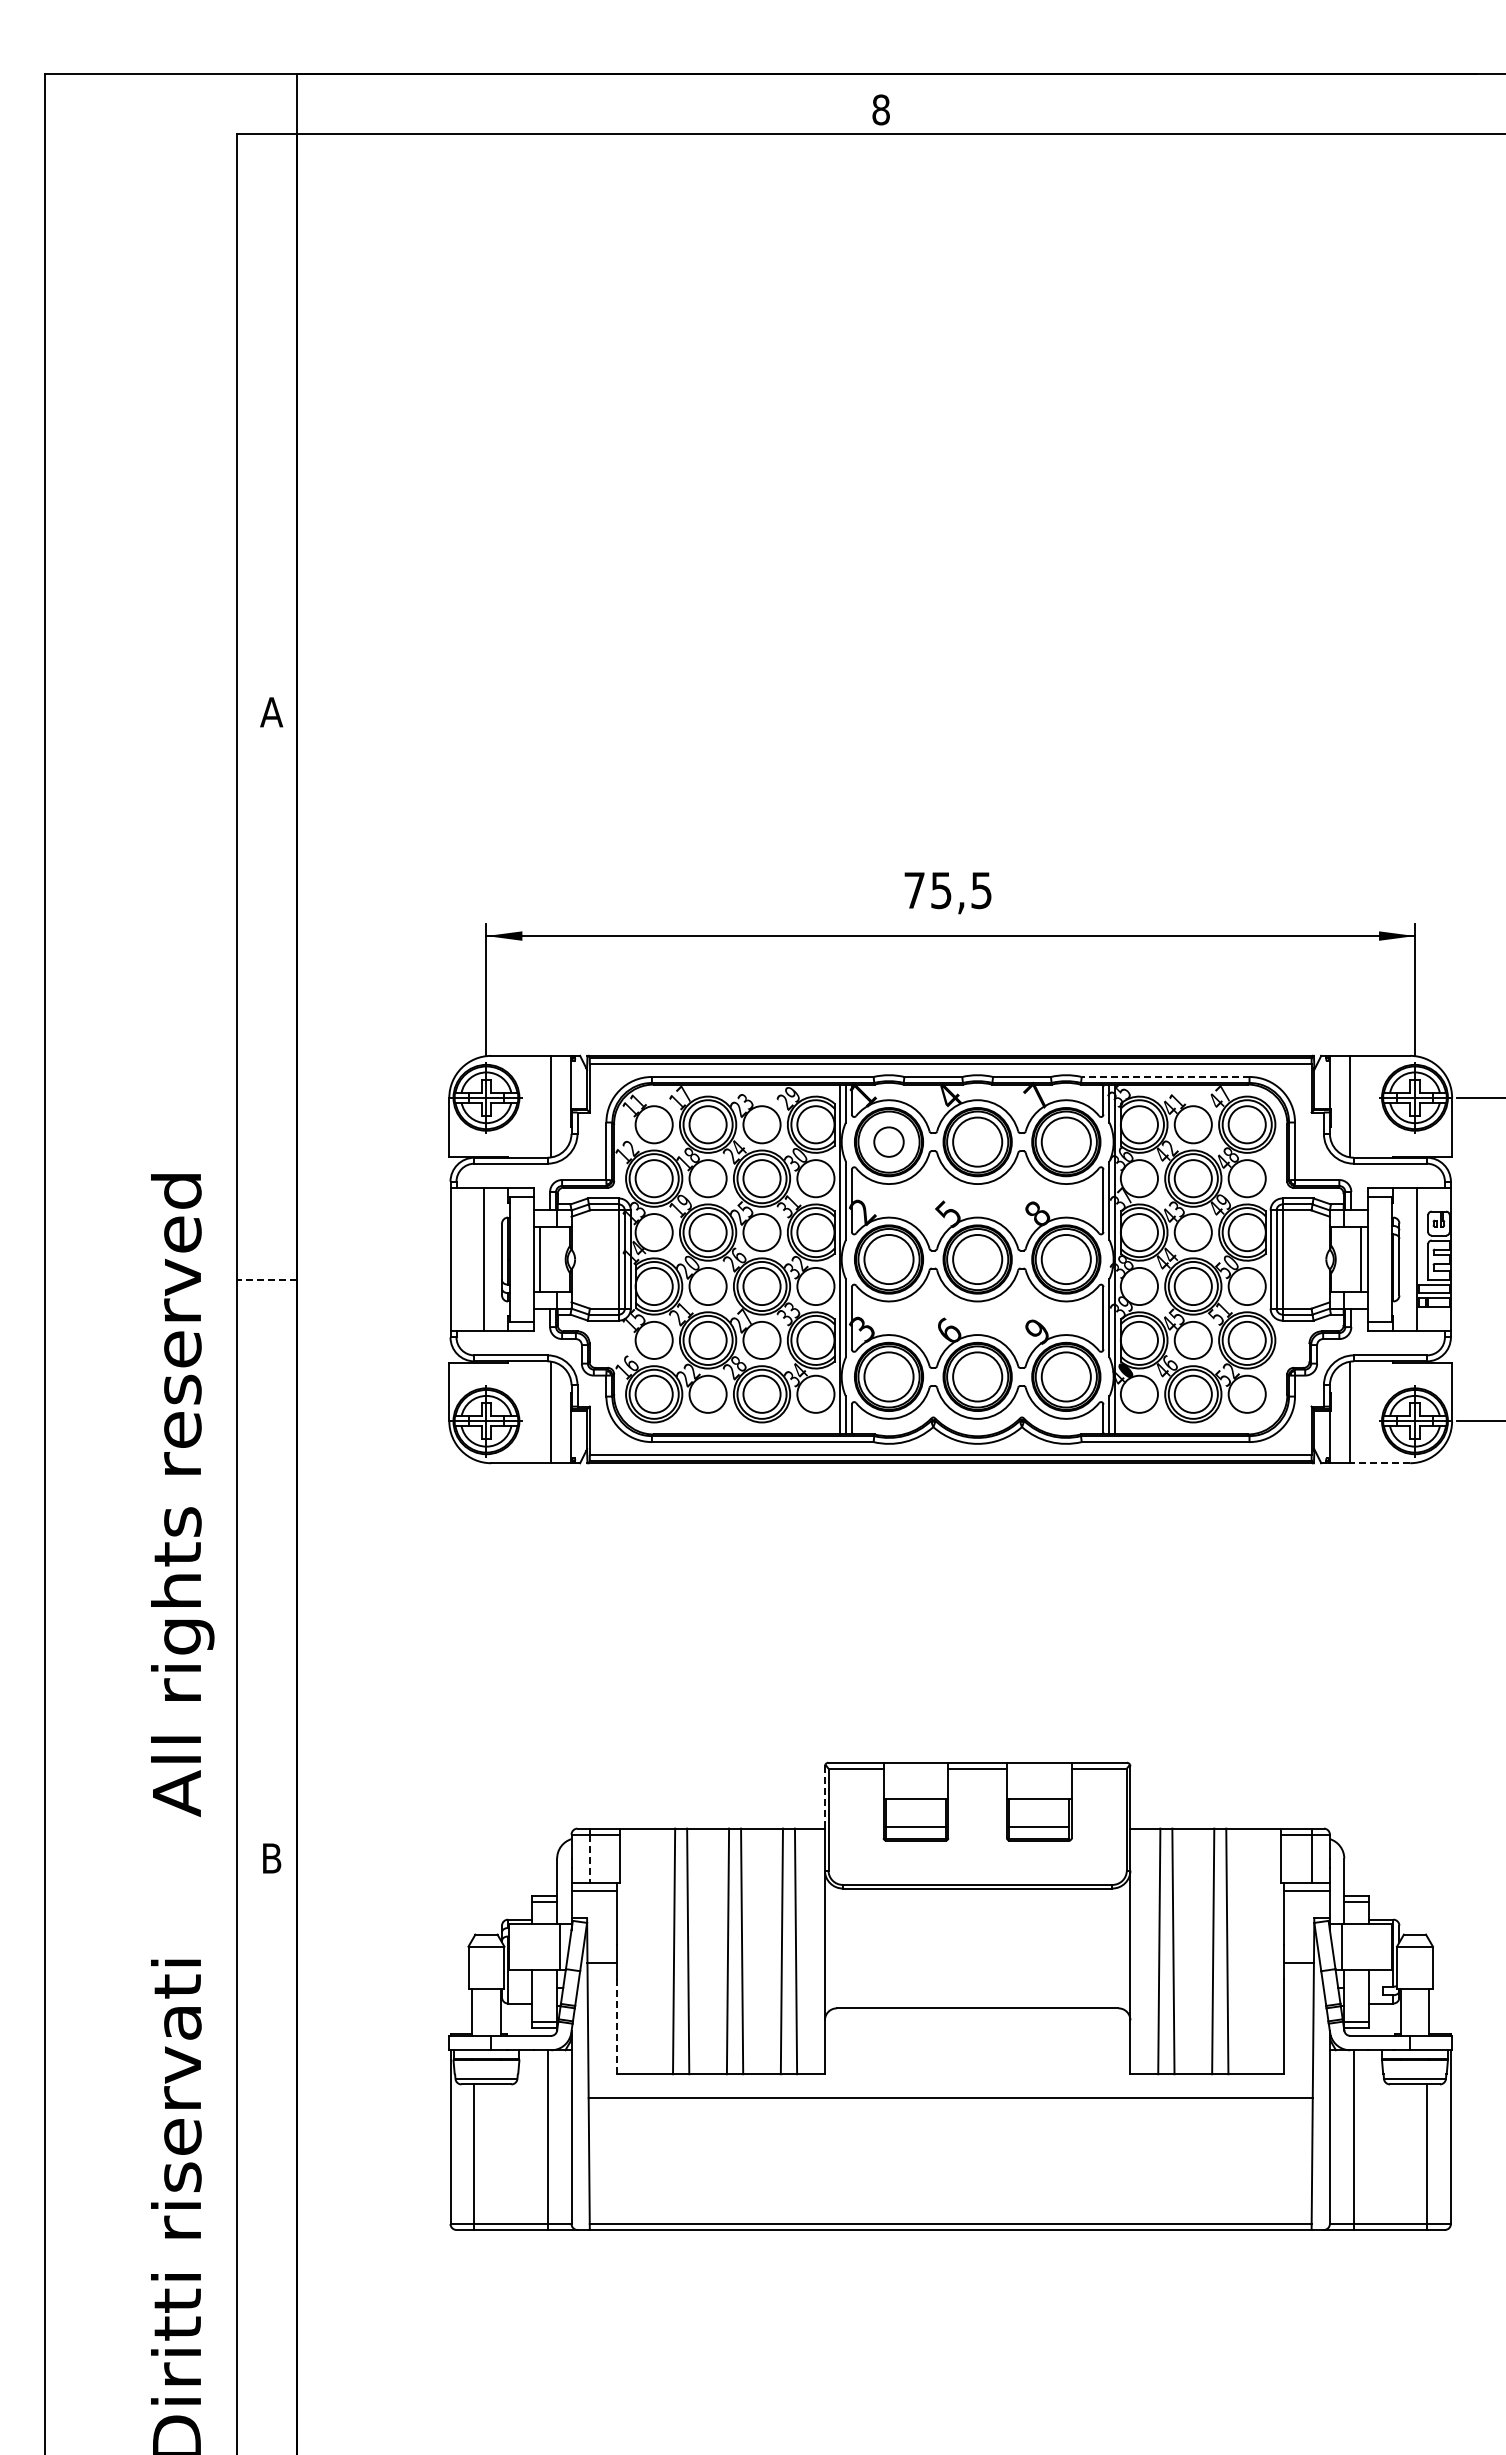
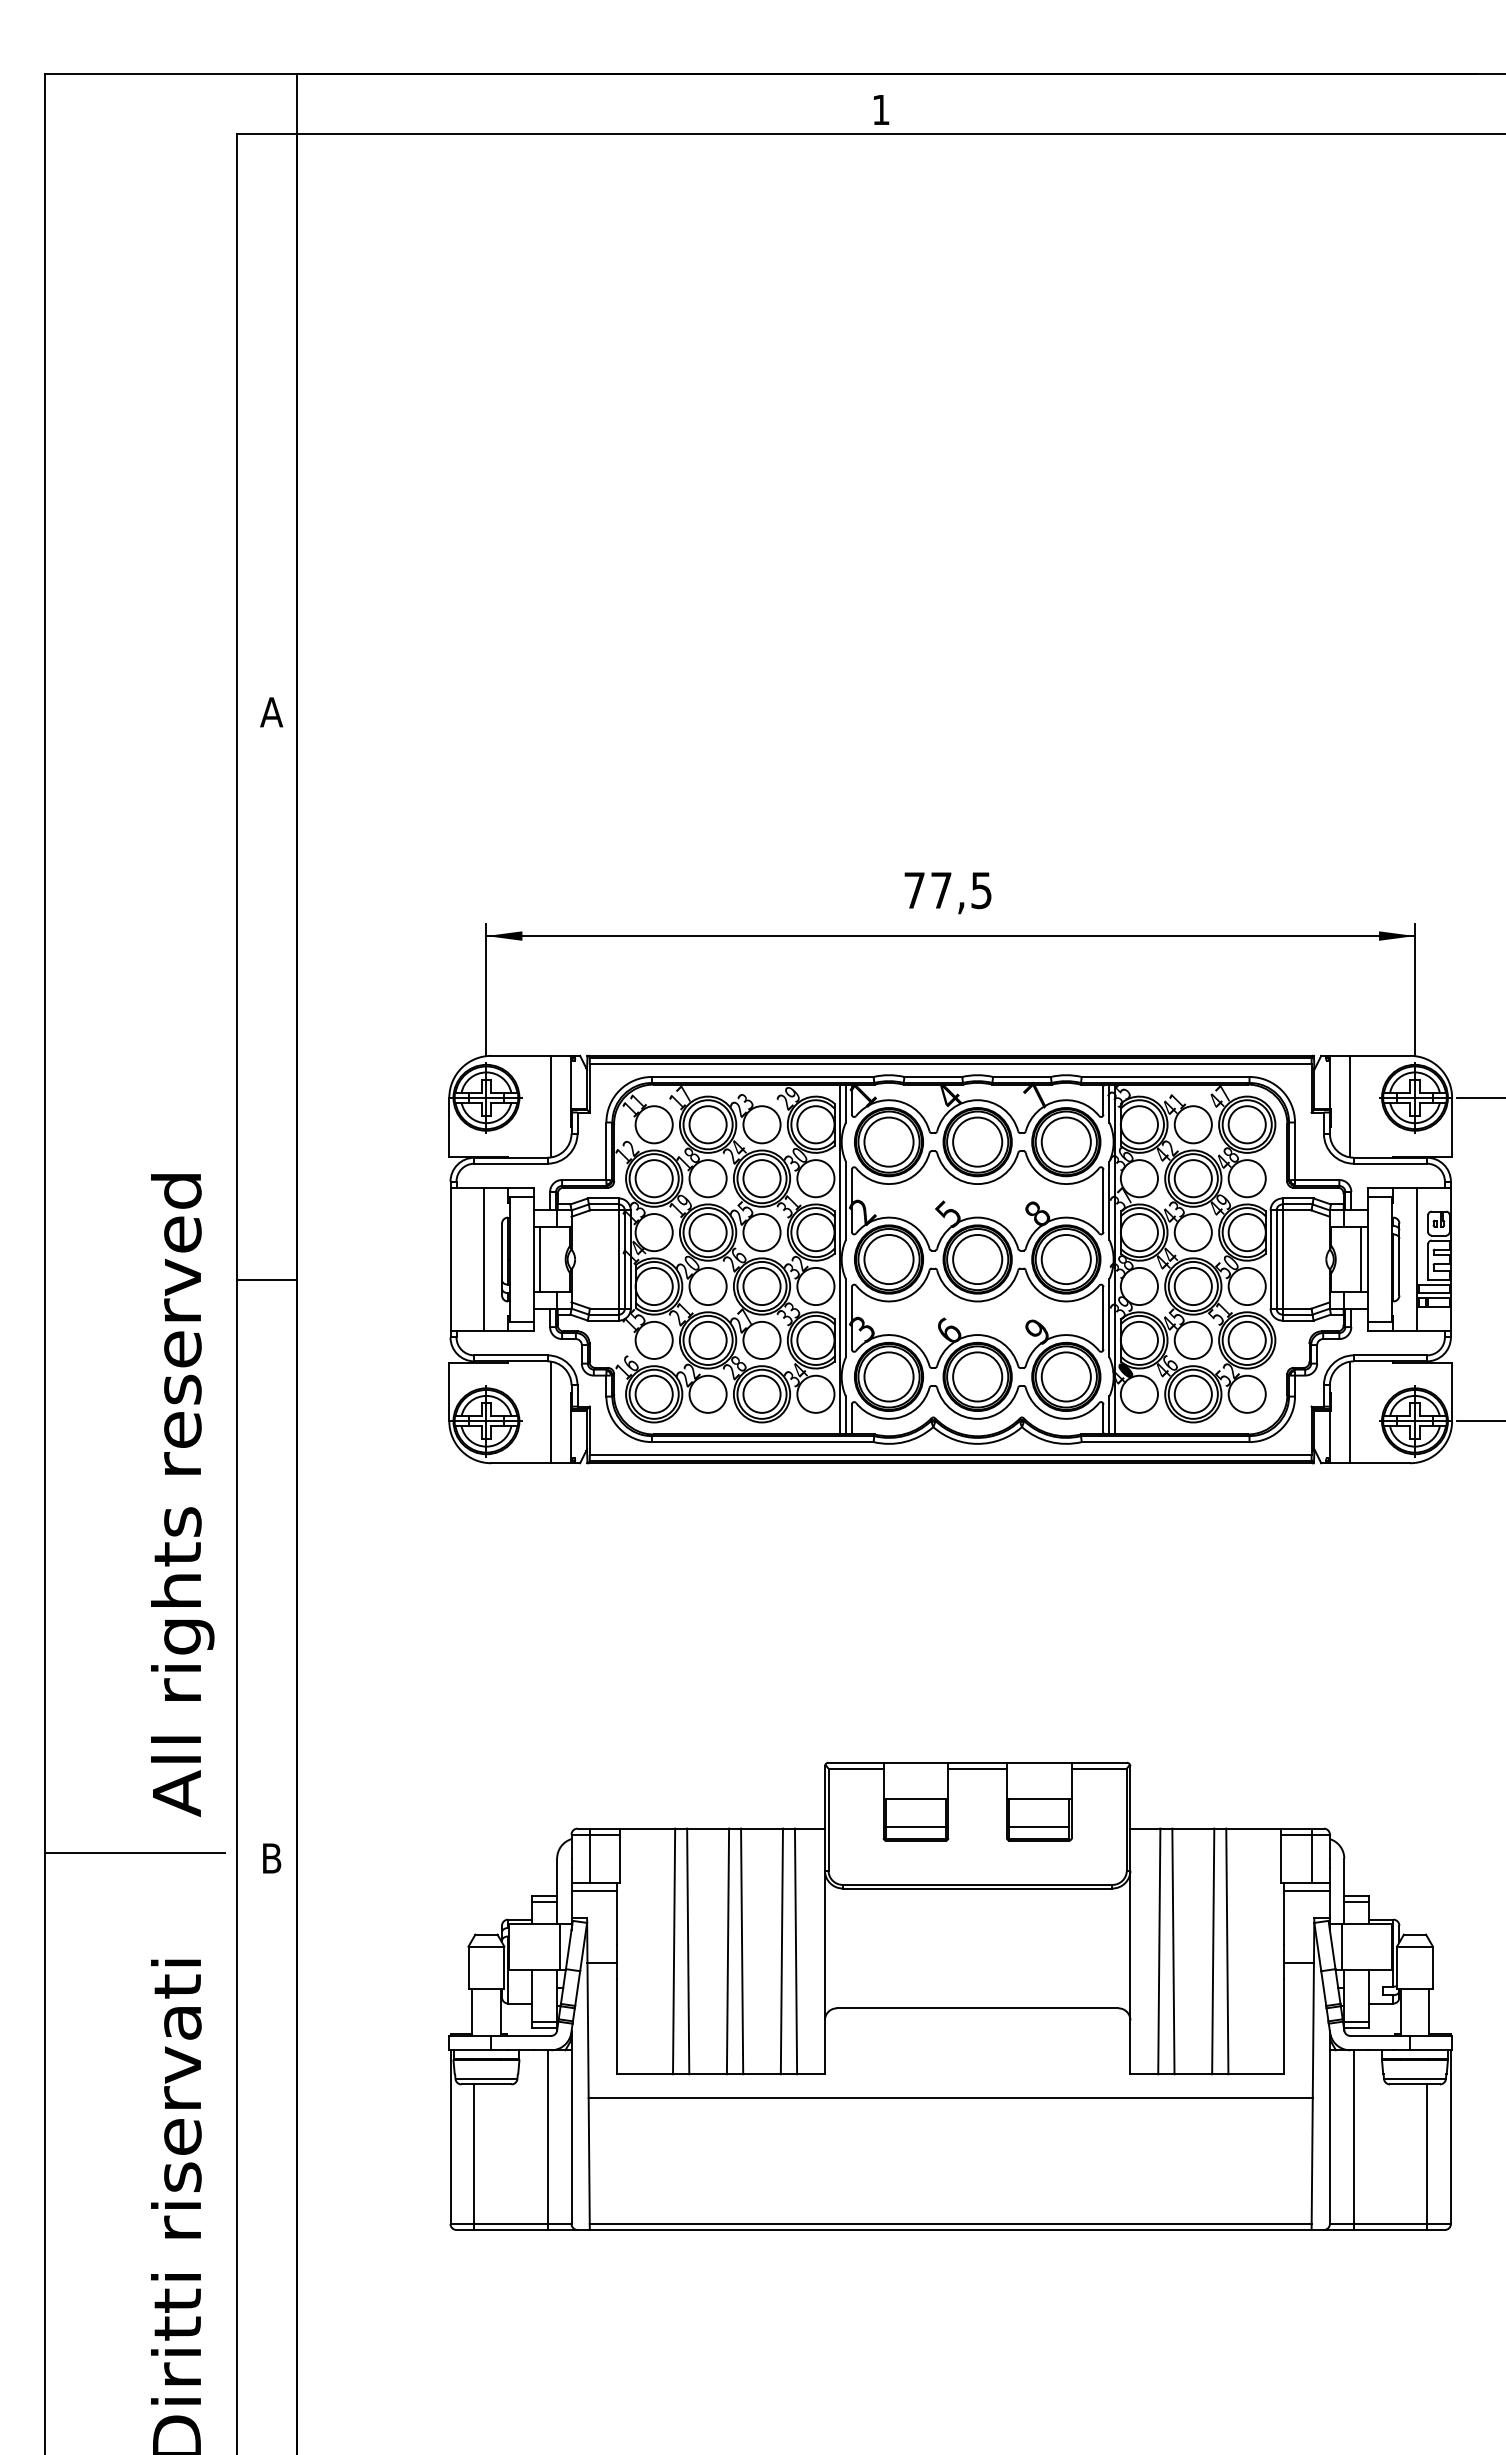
text at (880, 109): 8 -> 1
text at (941, 890): 75,5 -> 77,5
line at (1165, 1076): dashed -> solid
circle at (888, 1141) diameter: 29 px -> 49 px
line at (266, 1279): dashed -> solid
line at (1380, 1463): dashed -> solid
line at (824, 1797): dashed -> solid
line at (134, 1852): none -> present
line at (589, 1858): dashed -> solid
line at (617, 2026): dashed -> solid
